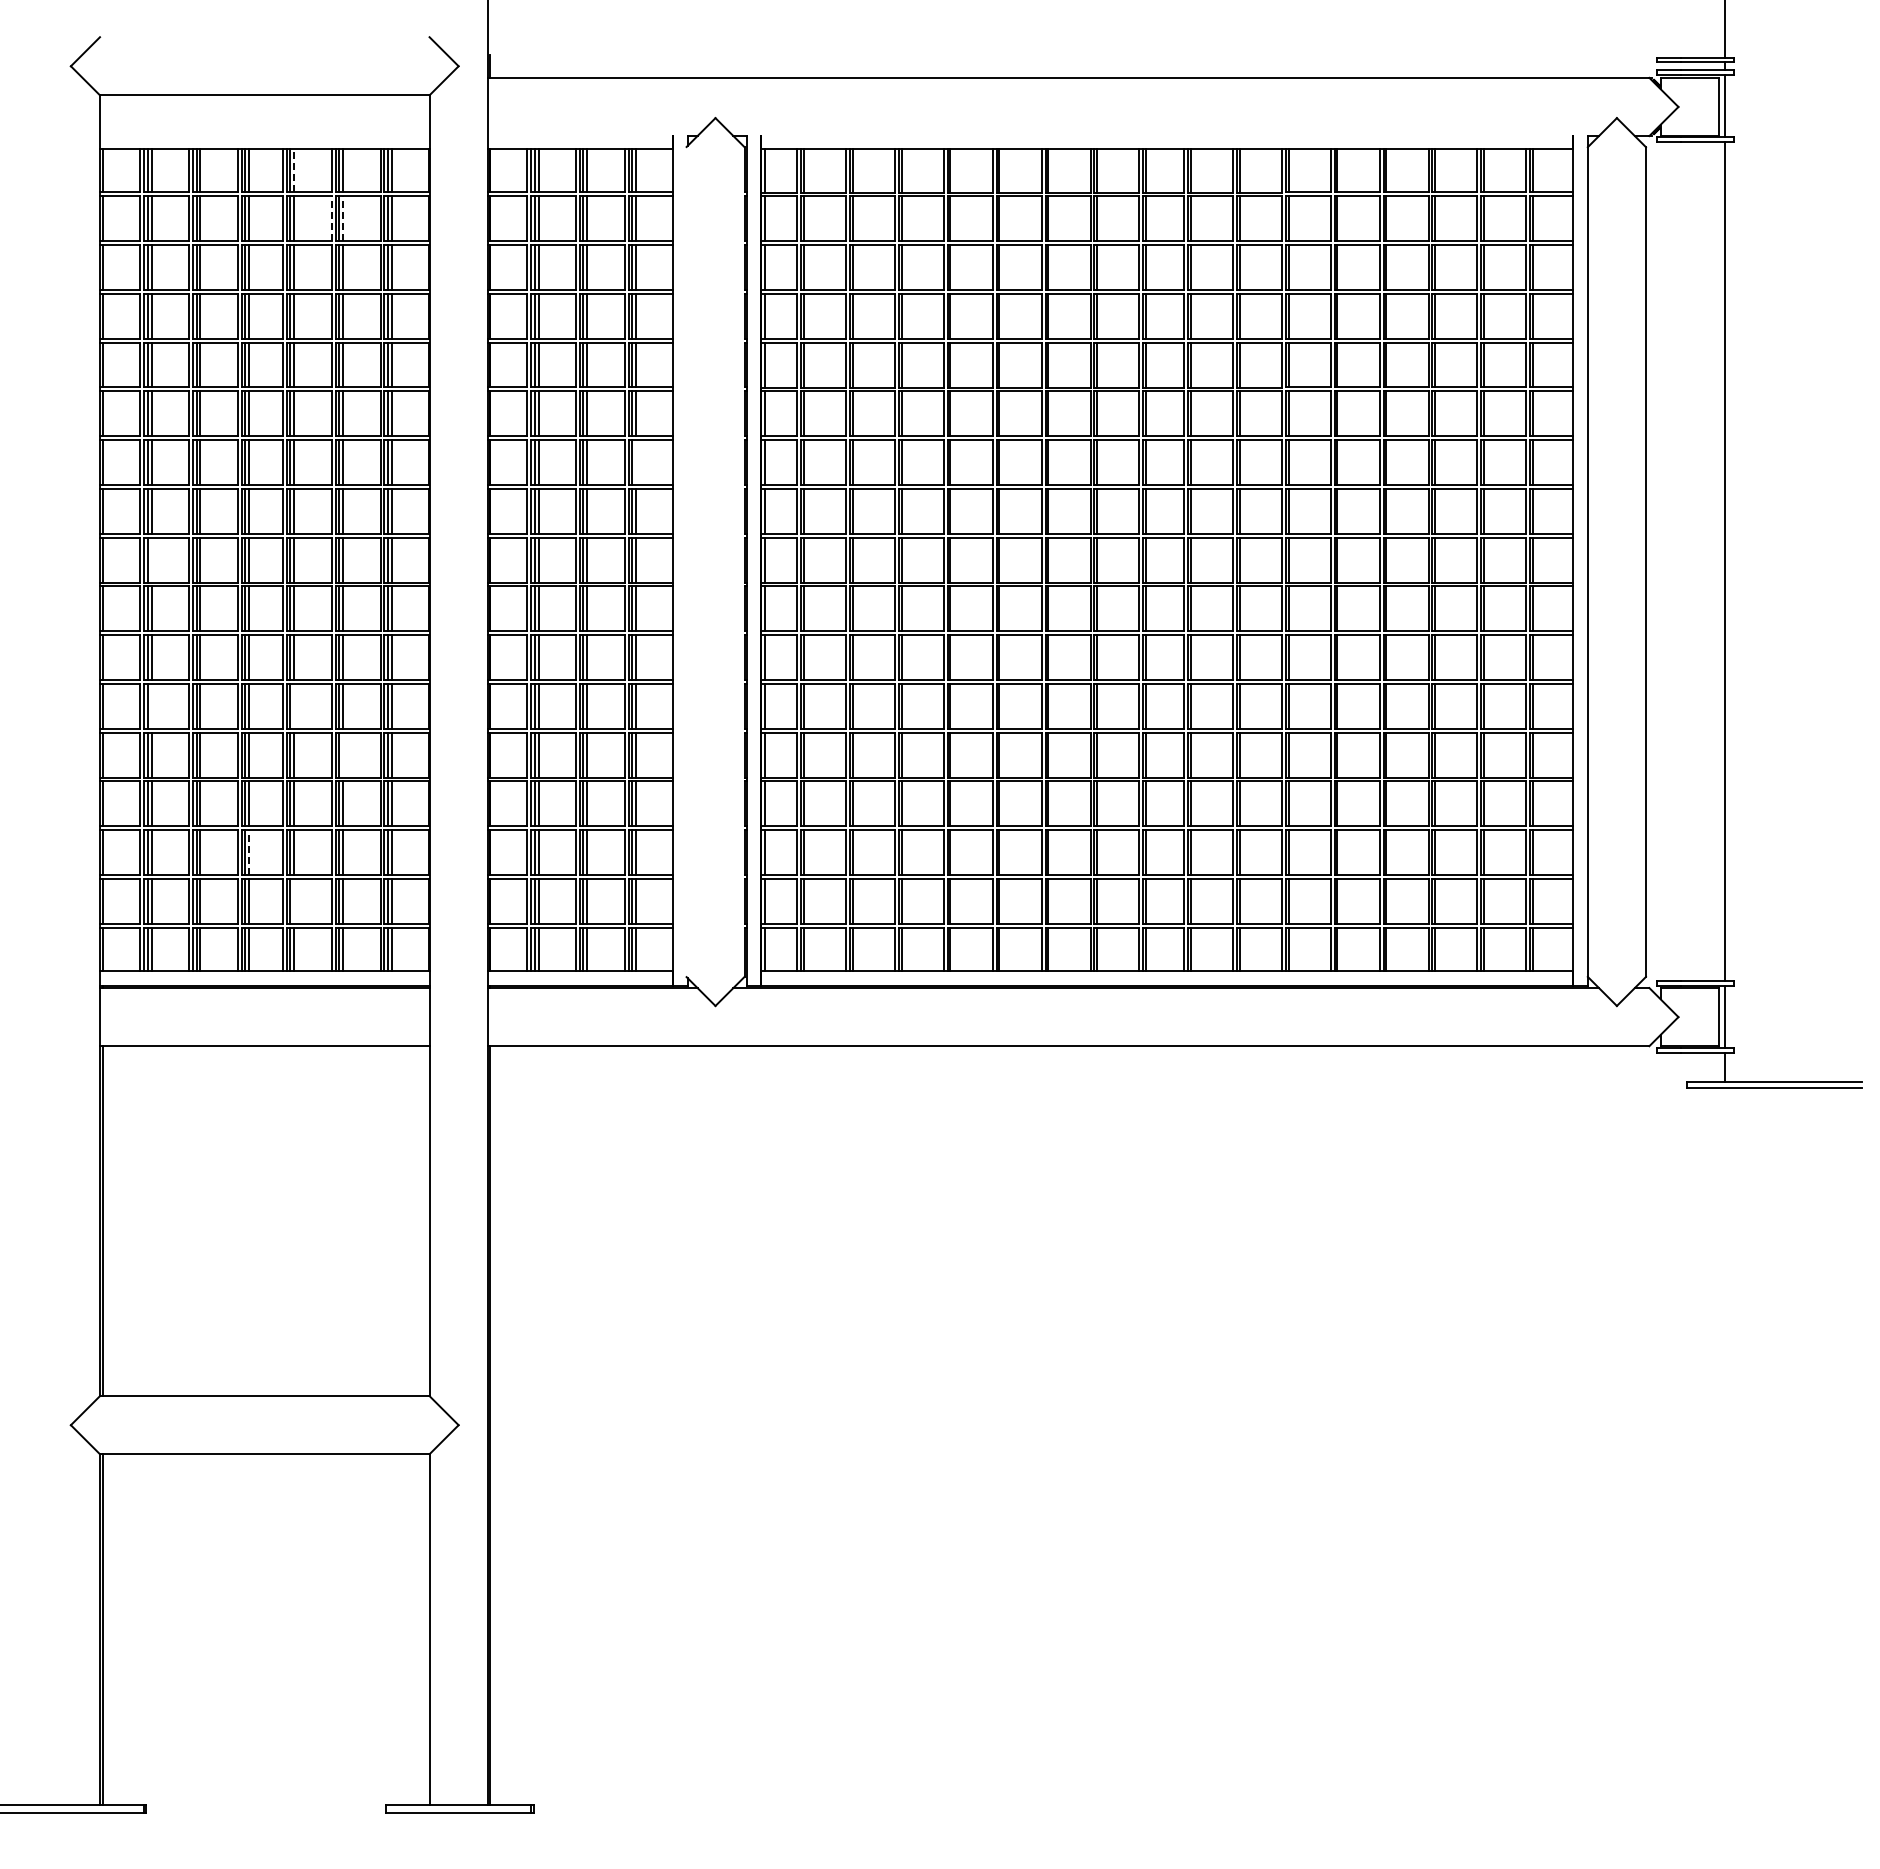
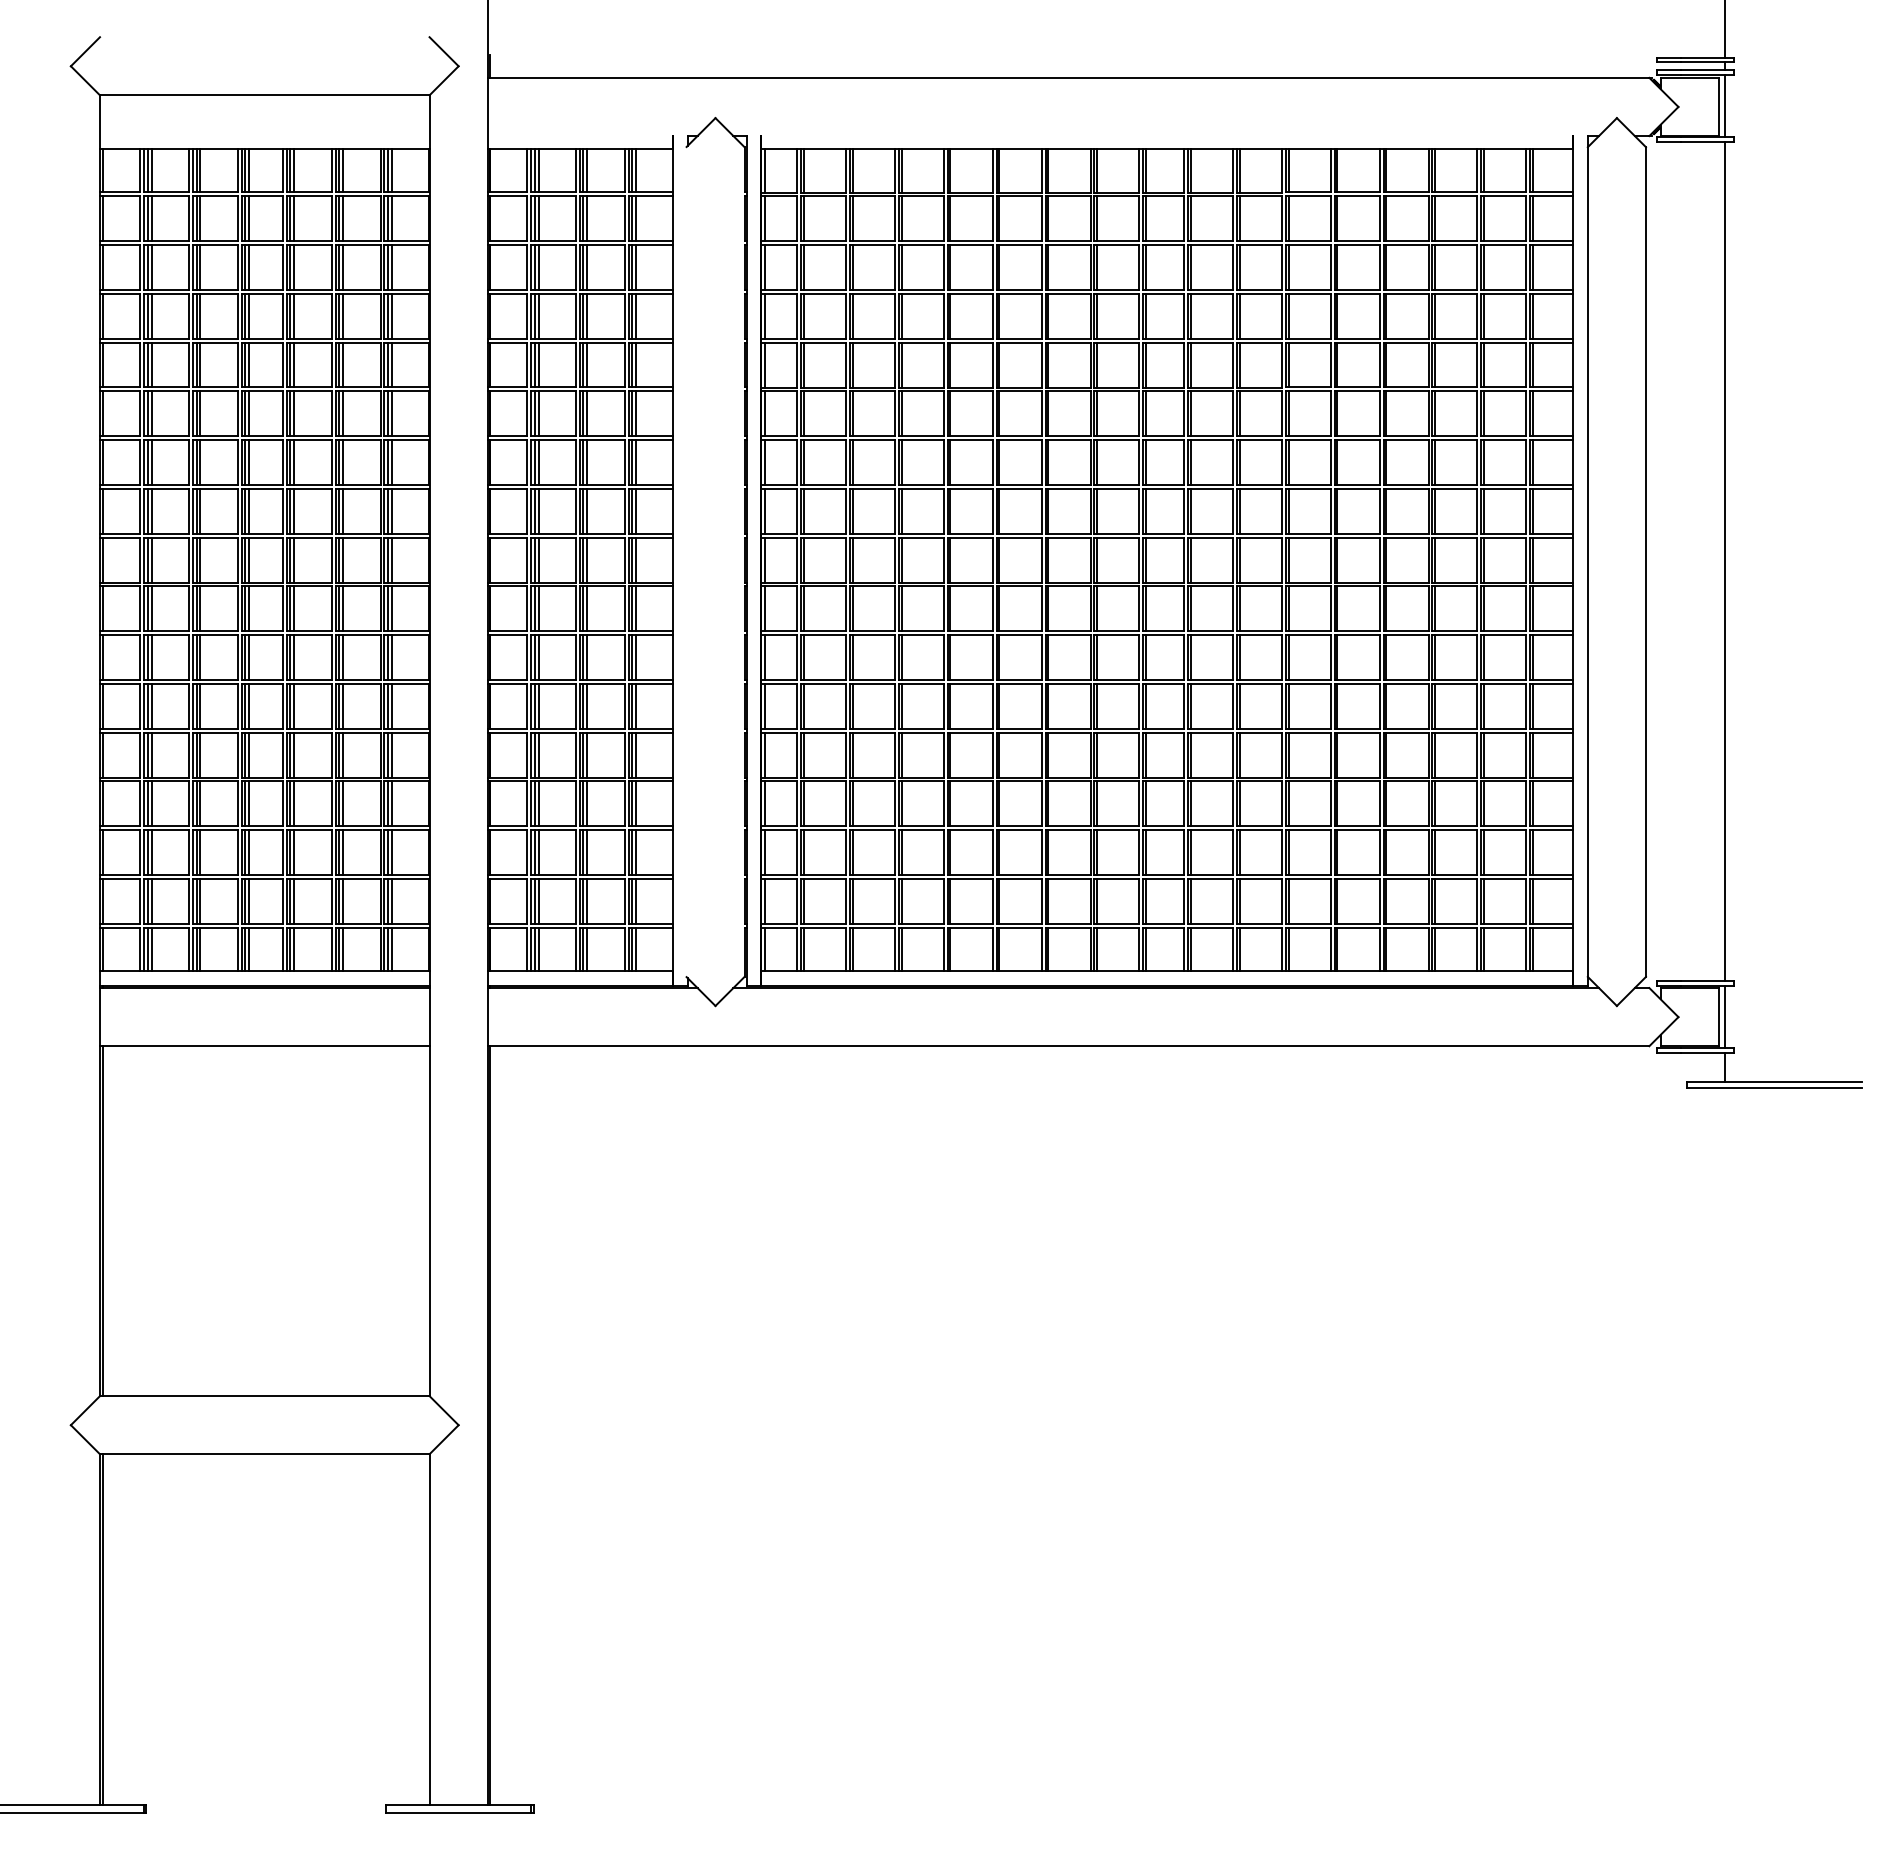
line at (294, 170): dashed -> solid
line at (331, 218): dashed -> solid
line at (343, 218): dashed -> solid
line at (636, 462): none -> present
line at (151, 559): none -> present
line at (151, 705): none -> present
line at (294, 705): none -> present
line at (343, 754): none -> present
line at (249, 852): dashed -> solid
line at (294, 900): none -> present
